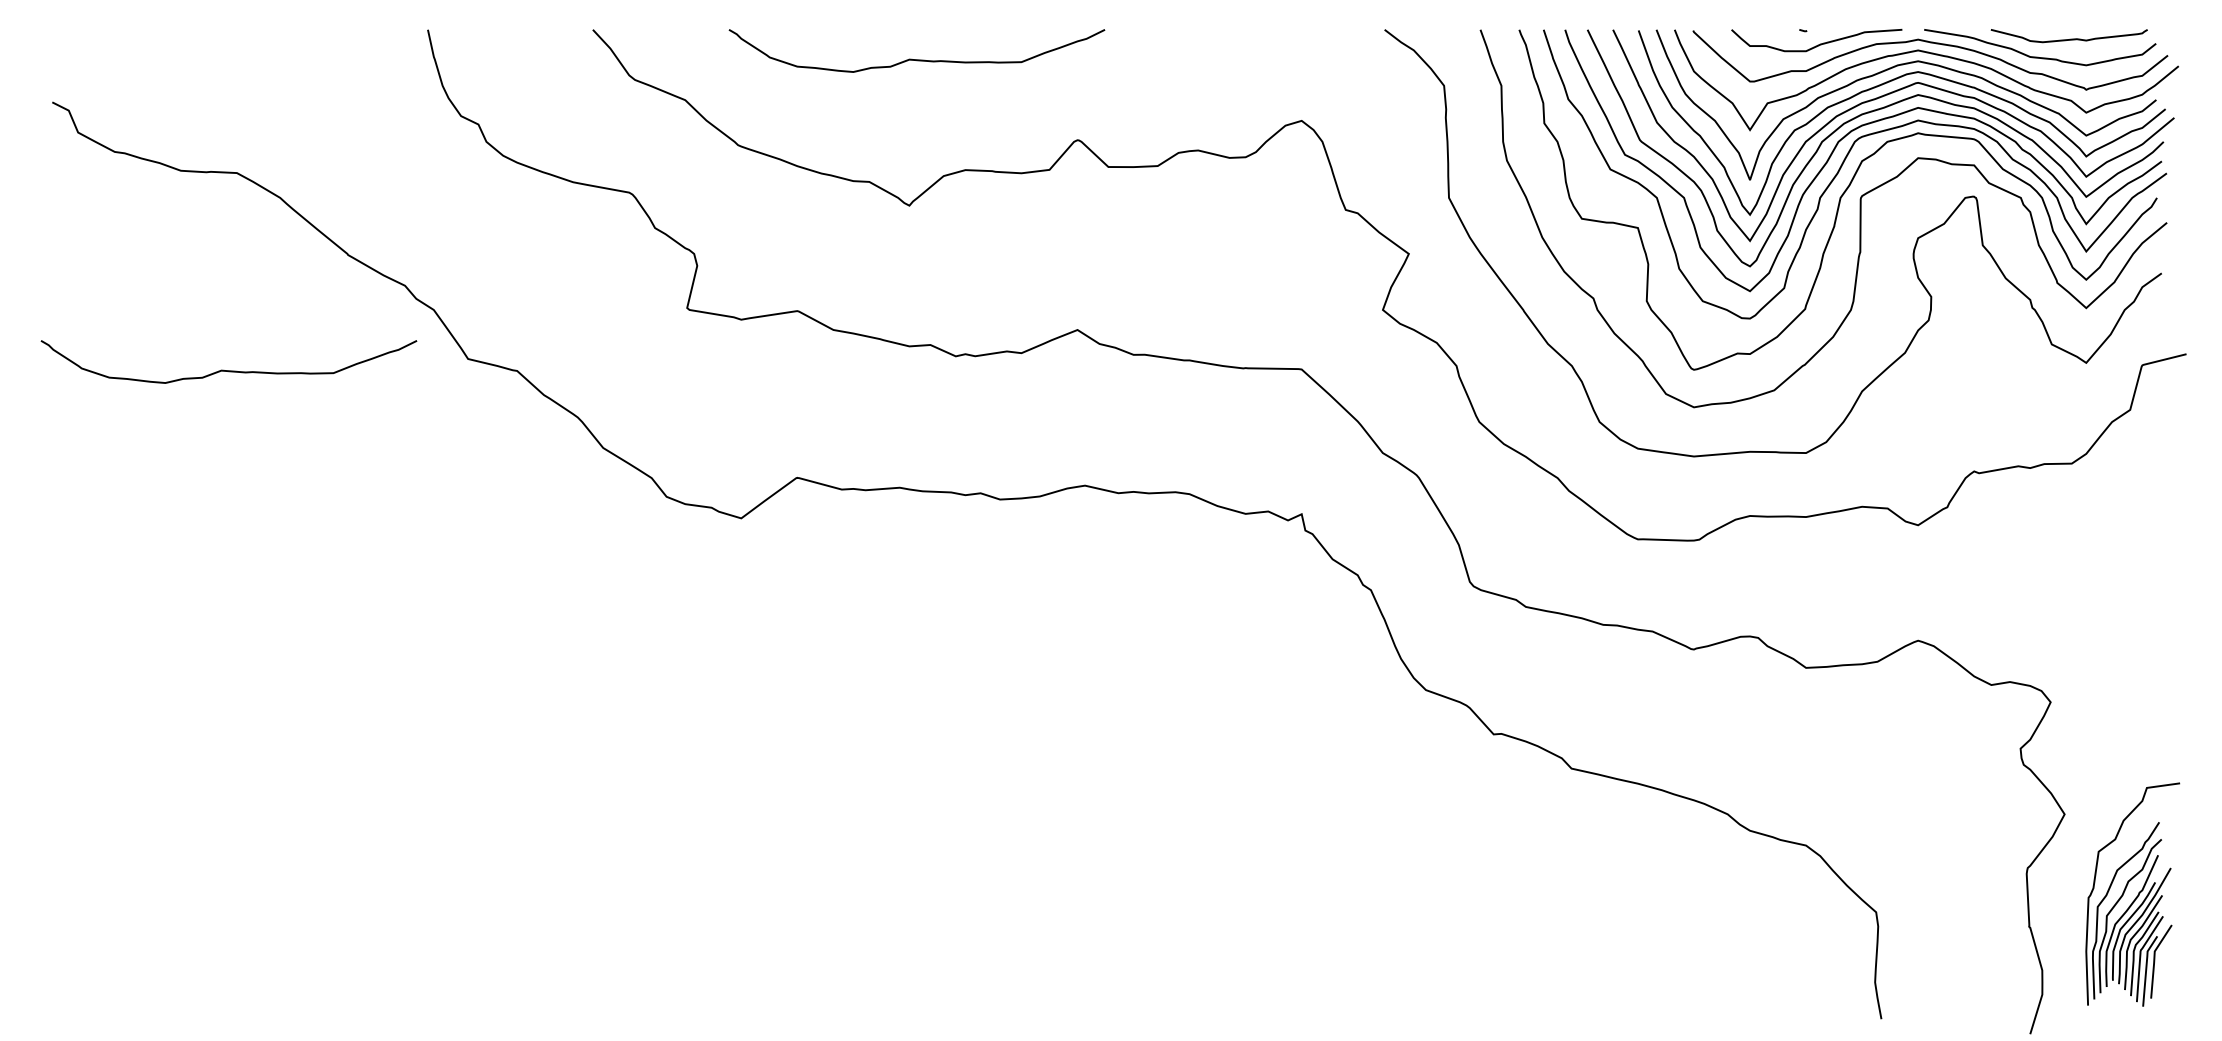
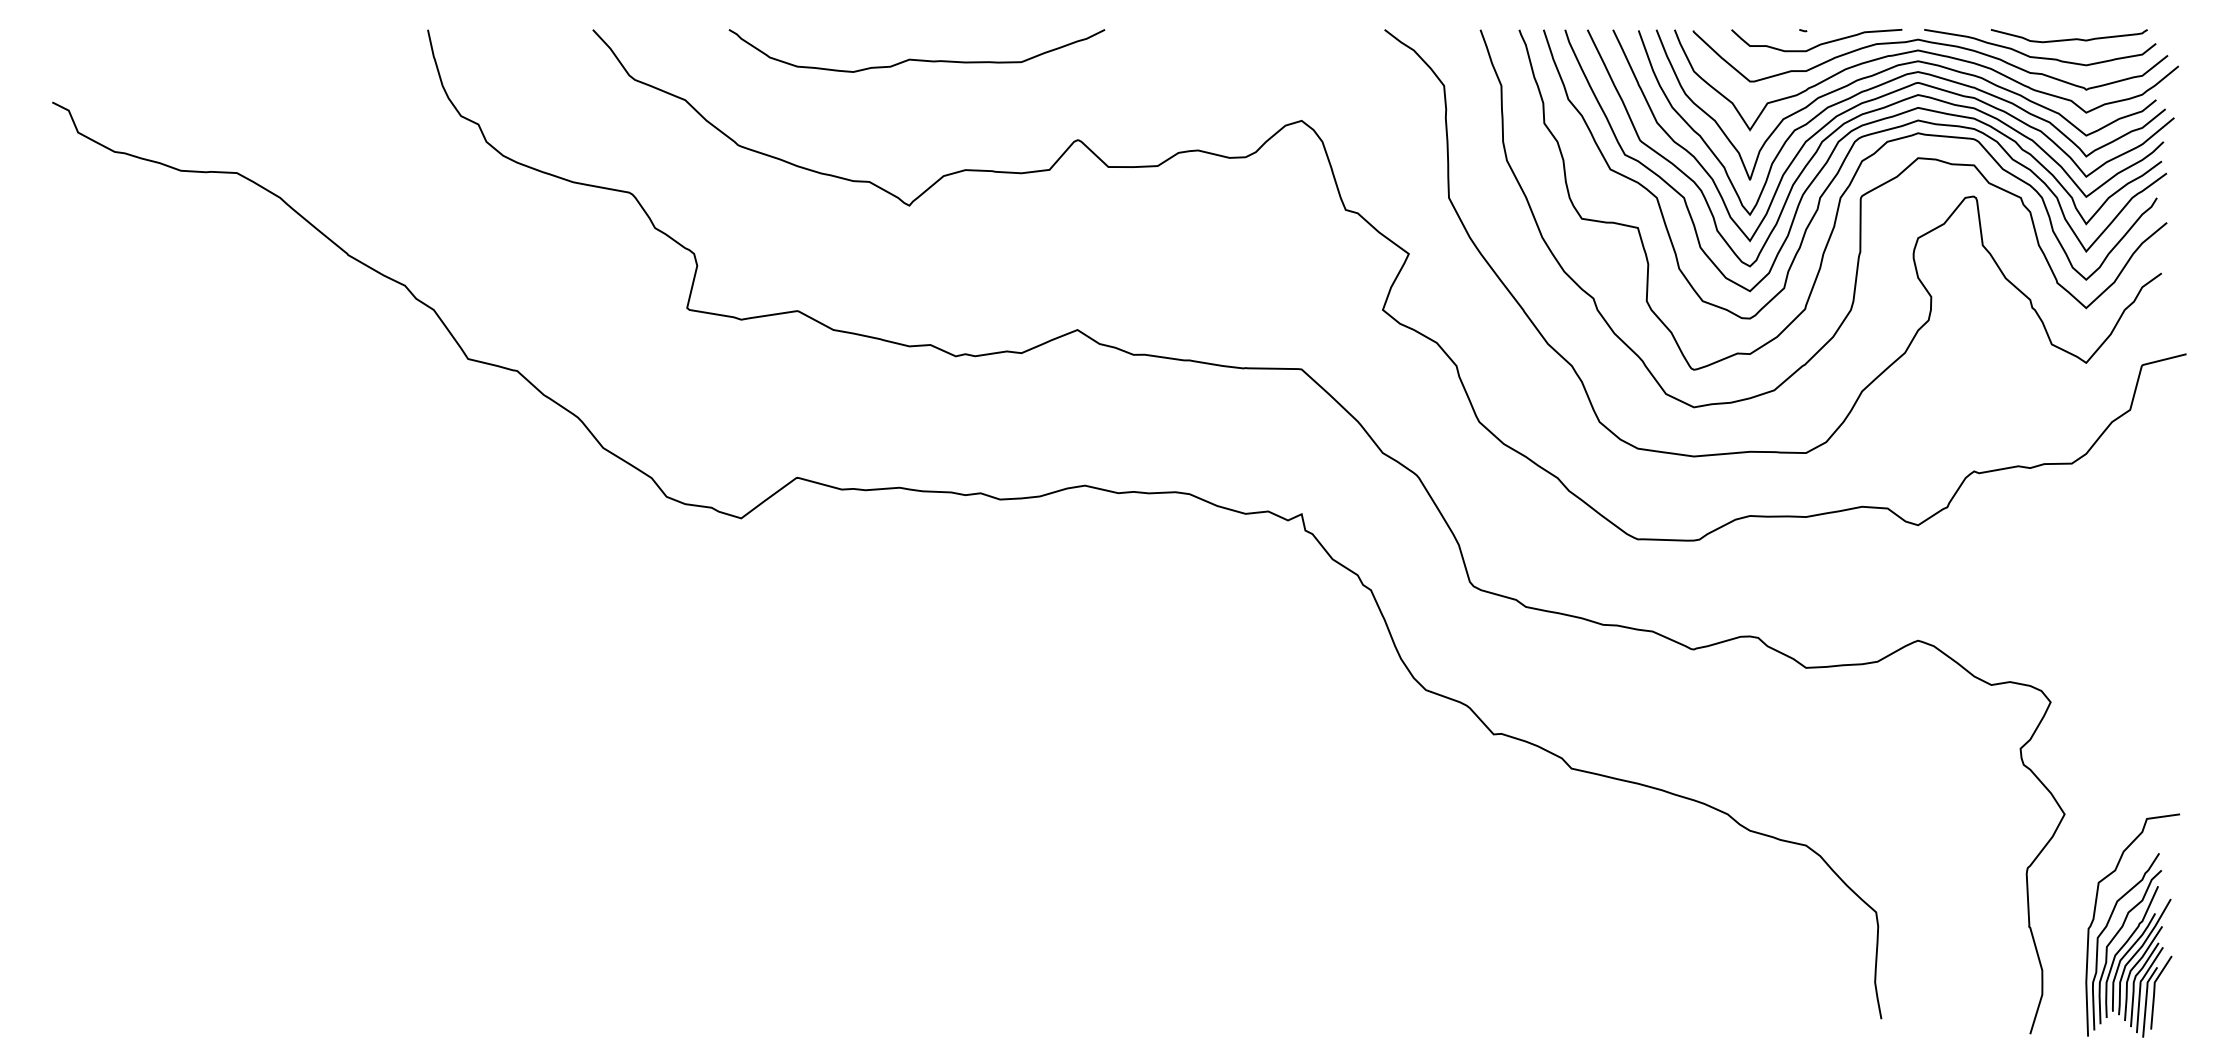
curve at (228, 370): present -> none
part at (2132, 894) position: (2132, 894) -> (2132, 925)
